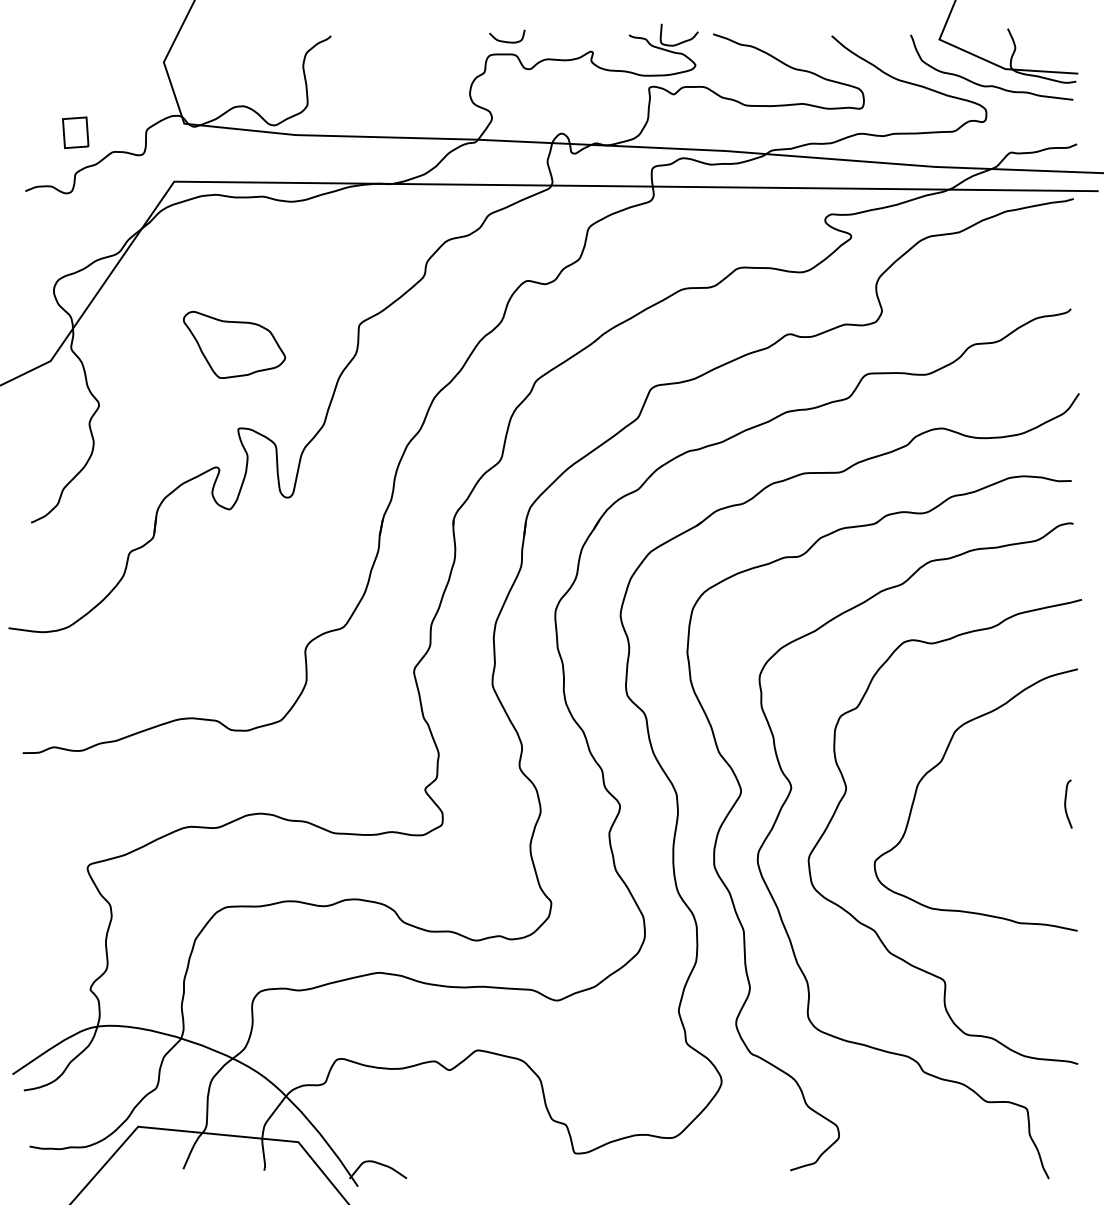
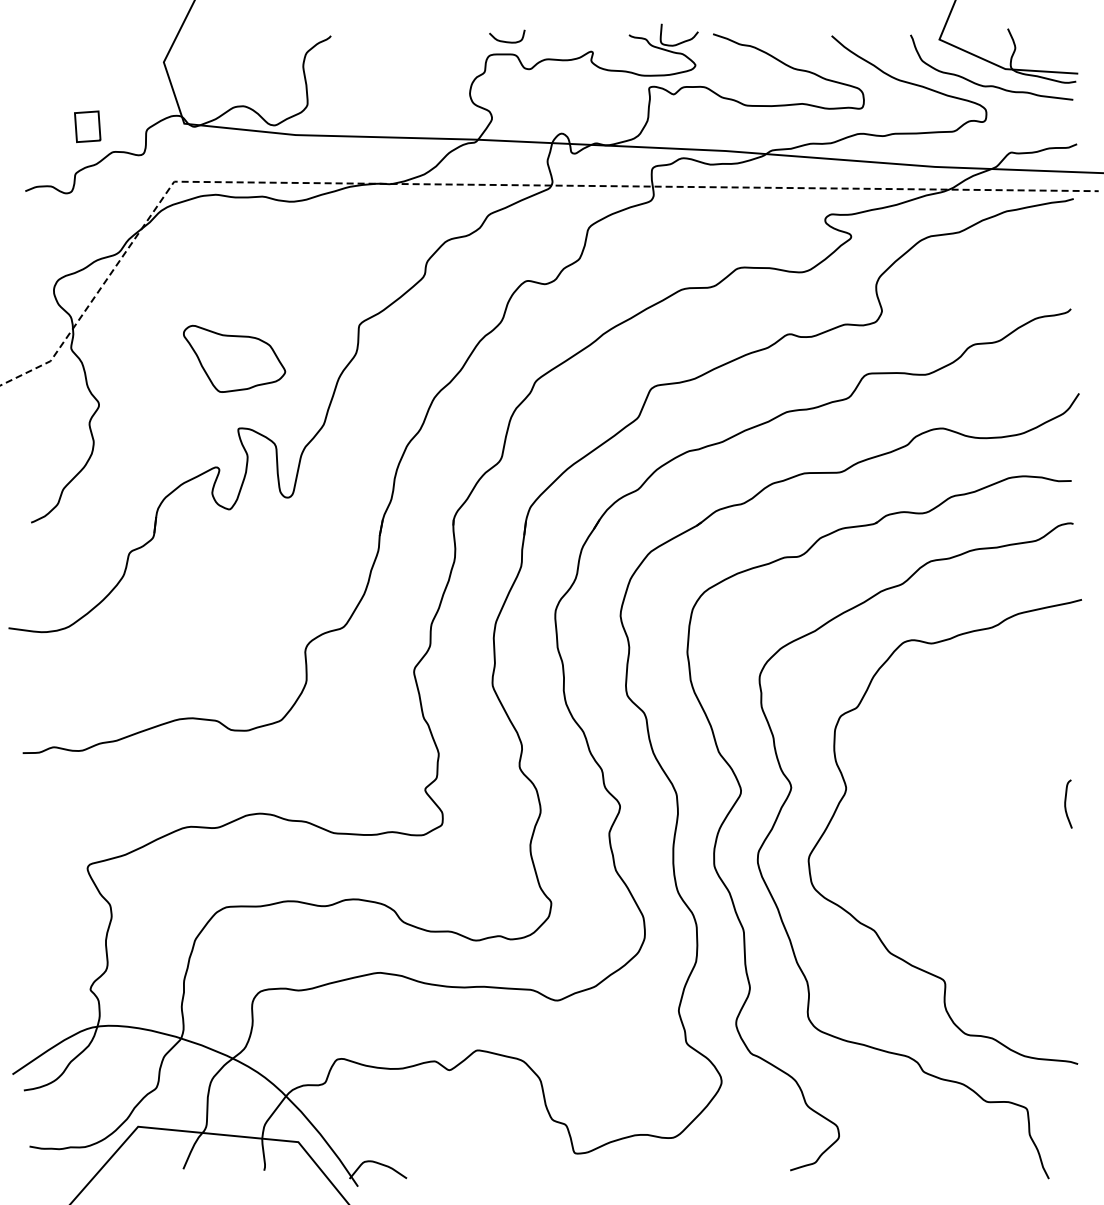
part at (75, 132) position: (75, 132) -> (87, 126)
line at (499, 185): solid -> dashed
part at (234, 344) position: (234, 344) -> (234, 358)
curve at (940, 763): present -> none
